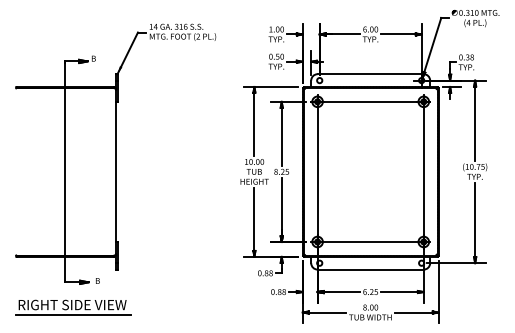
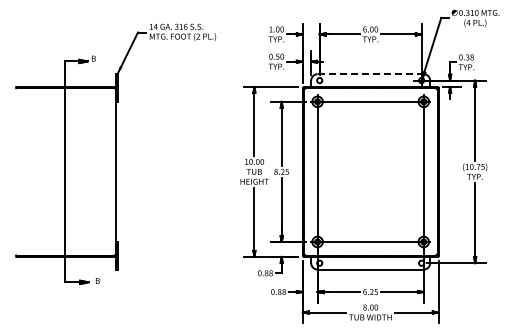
line at (371, 74): solid -> dashed
part at (73, 307): present -> none
